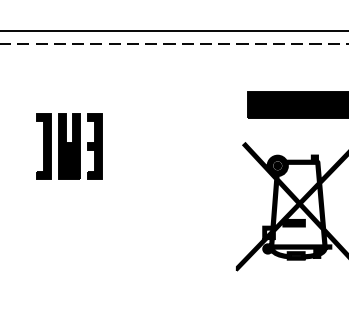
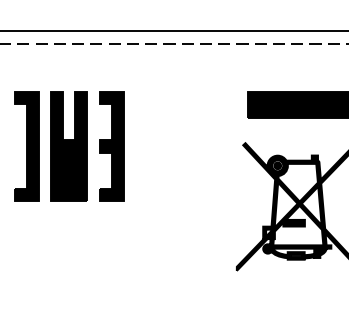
part at (69, 146) size: 67x67 px -> 111x111 px
